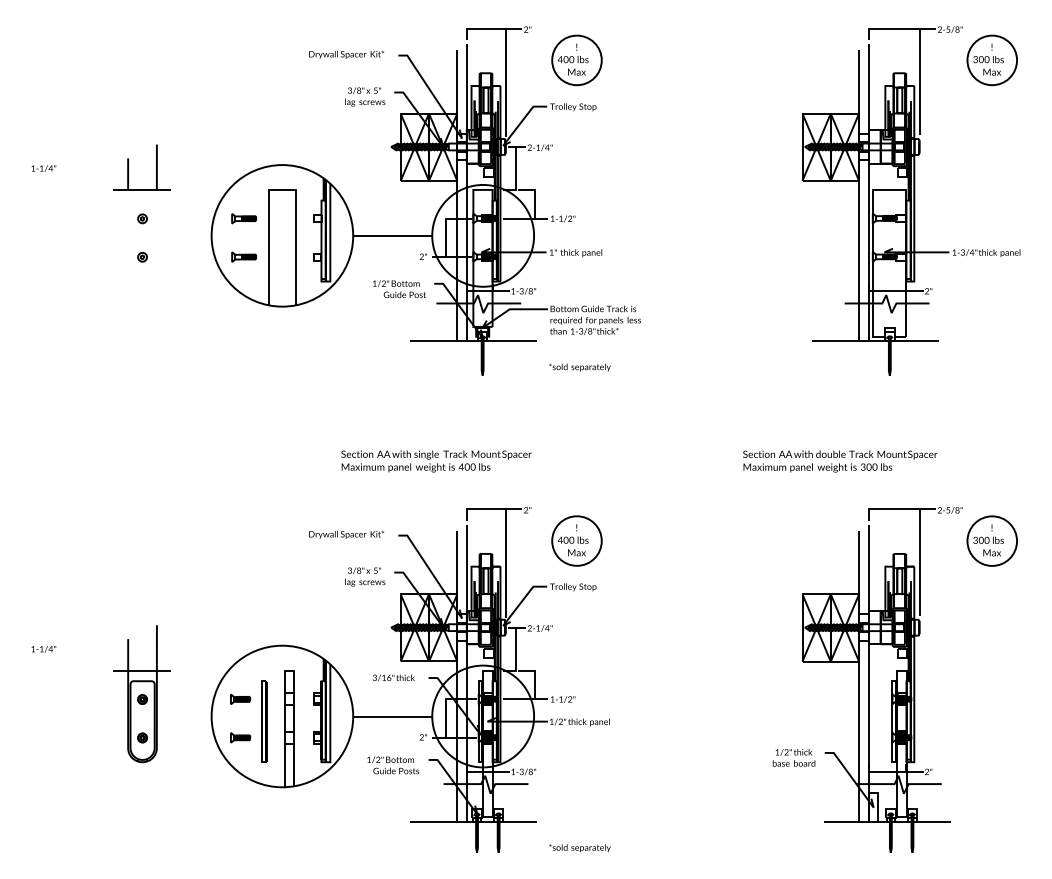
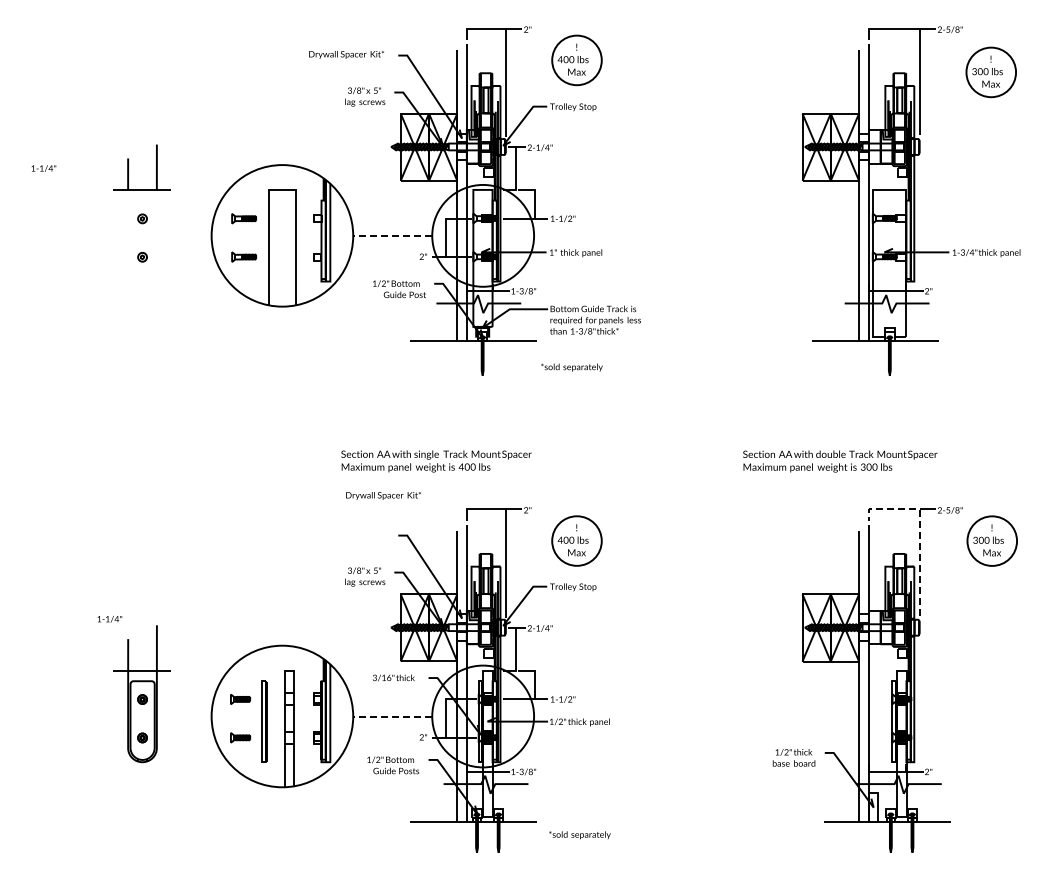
part at (991, 60) position: (991, 60) -> (990, 72)
line at (392, 235): solid -> dashed
text at (579, 367) position: (579, 367) -> (571, 367)
line at (919, 529): solid -> dashed
text at (346, 534) position: (346, 534) -> (383, 495)
text at (43, 649) position: (43, 649) -> (109, 619)
line at (392, 716): solid -> dashed
text at (579, 848) position: (579, 848) -> (579, 835)
